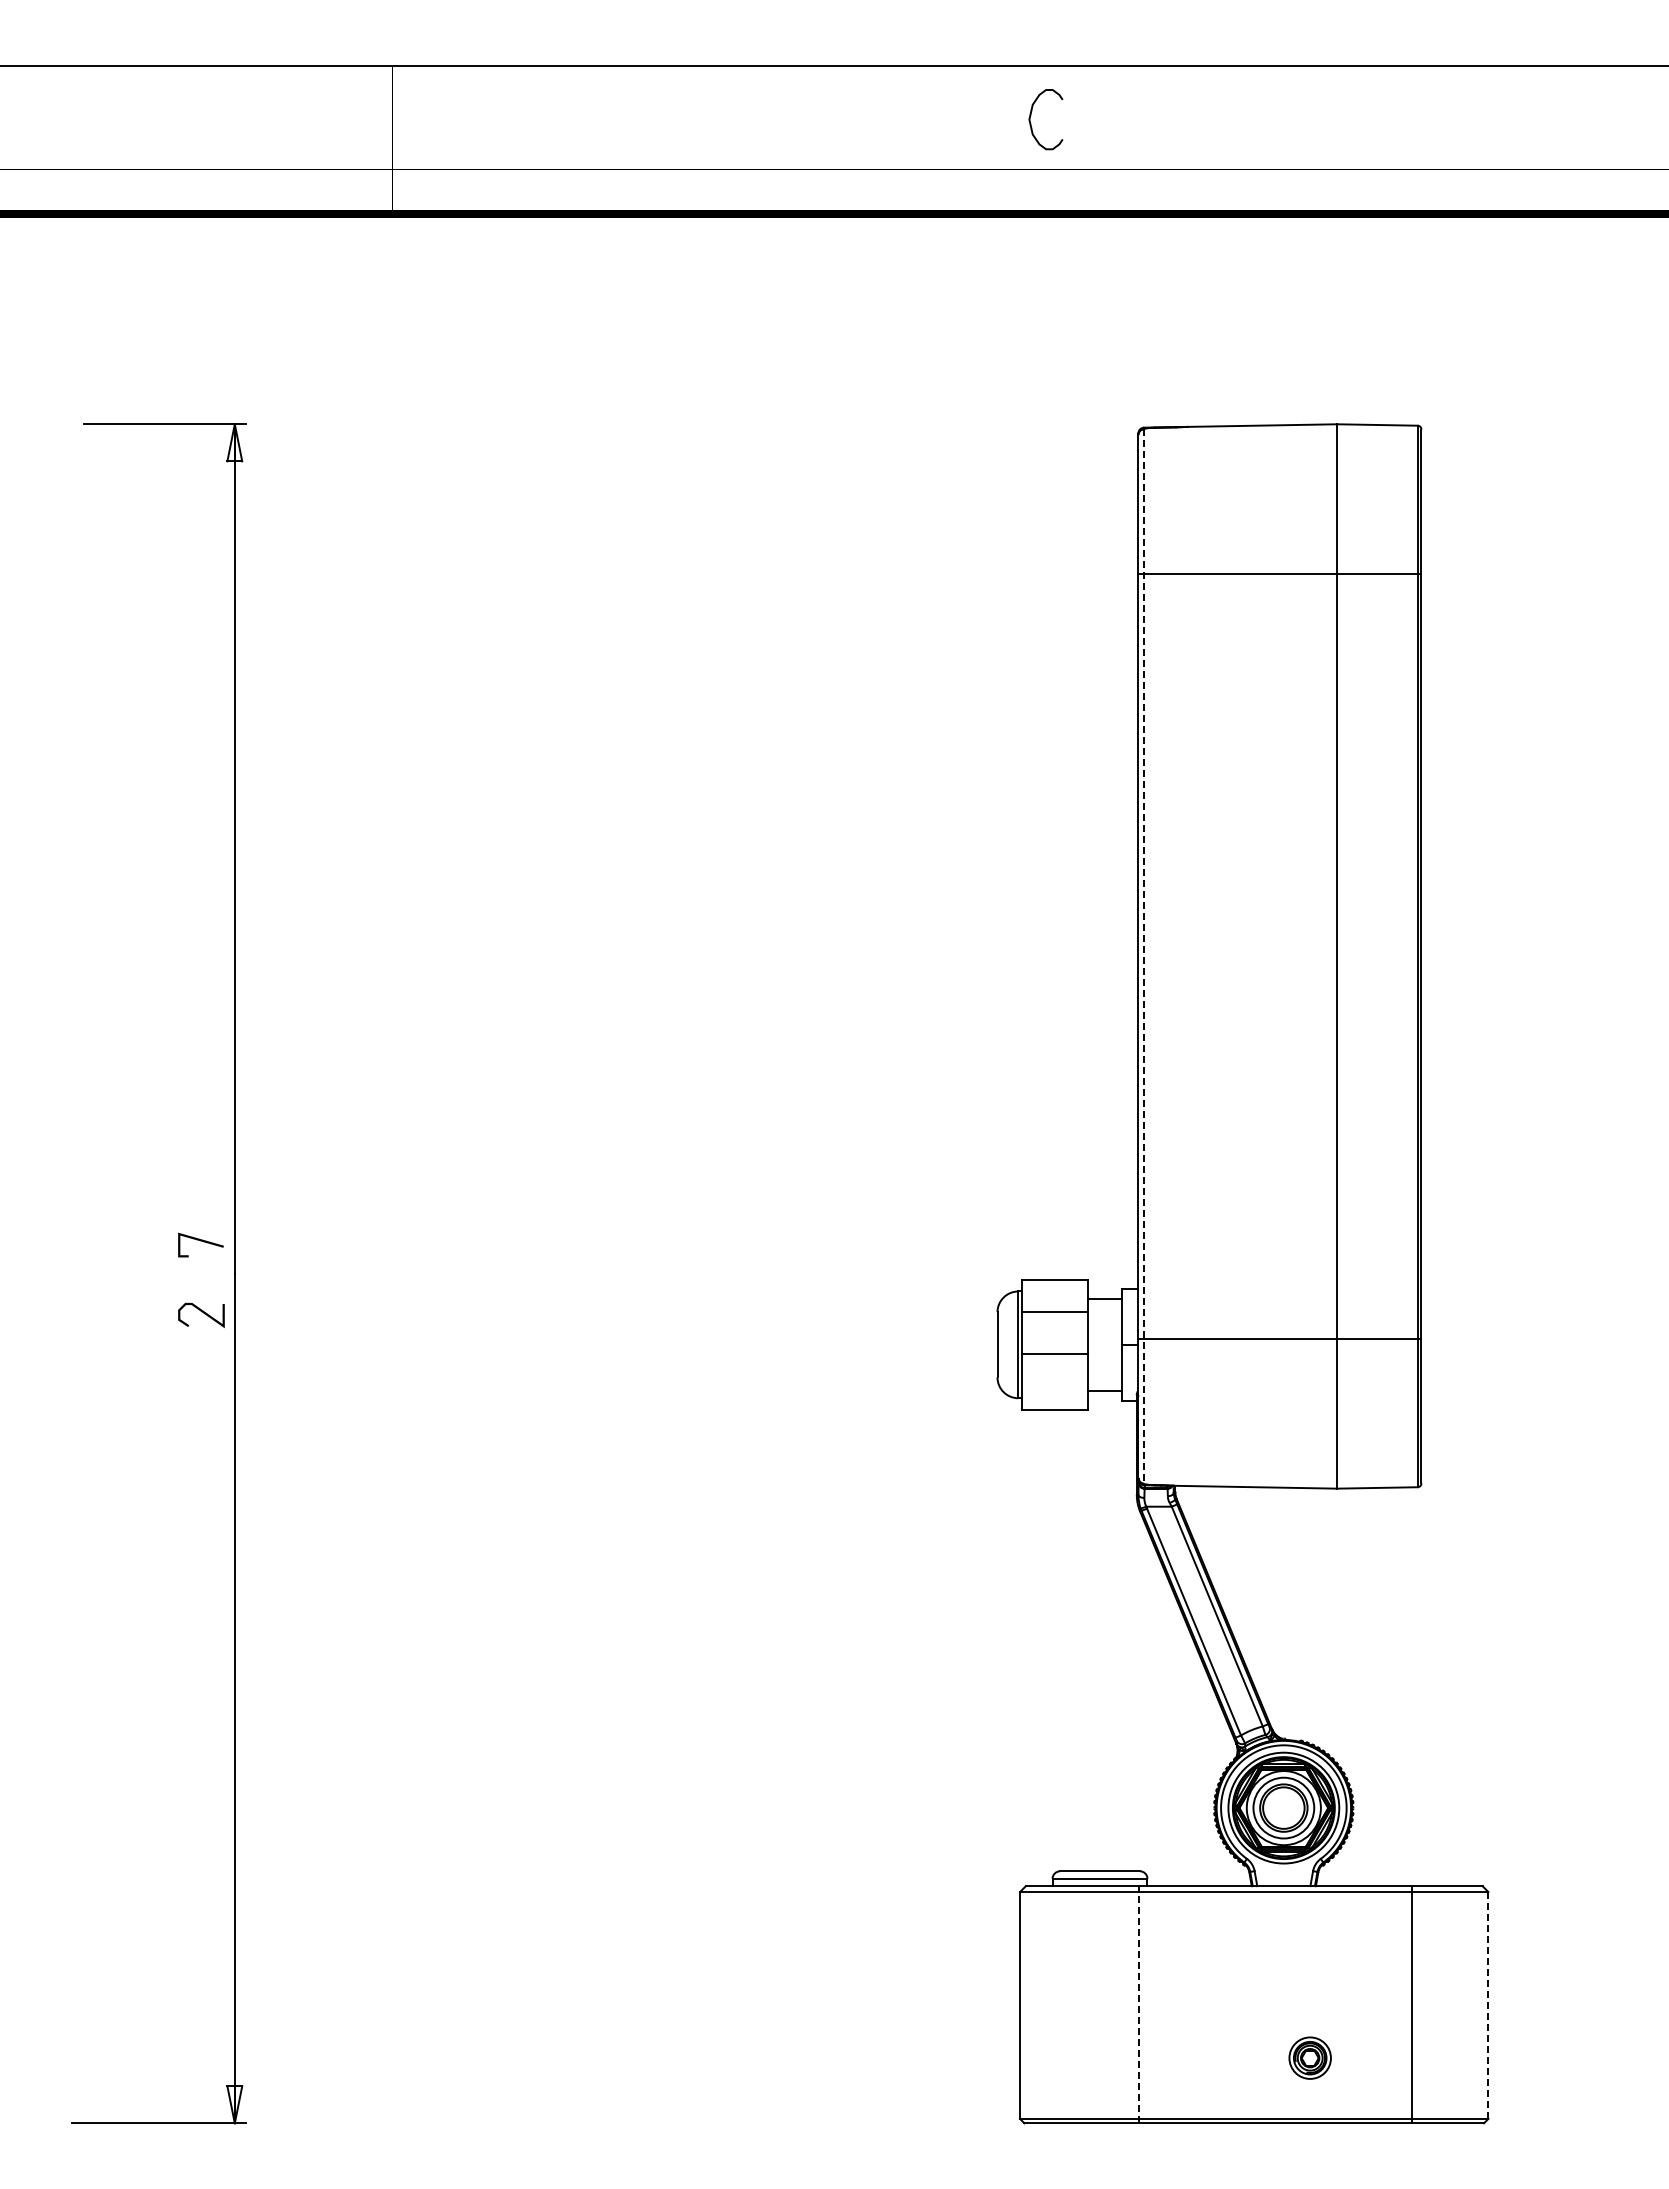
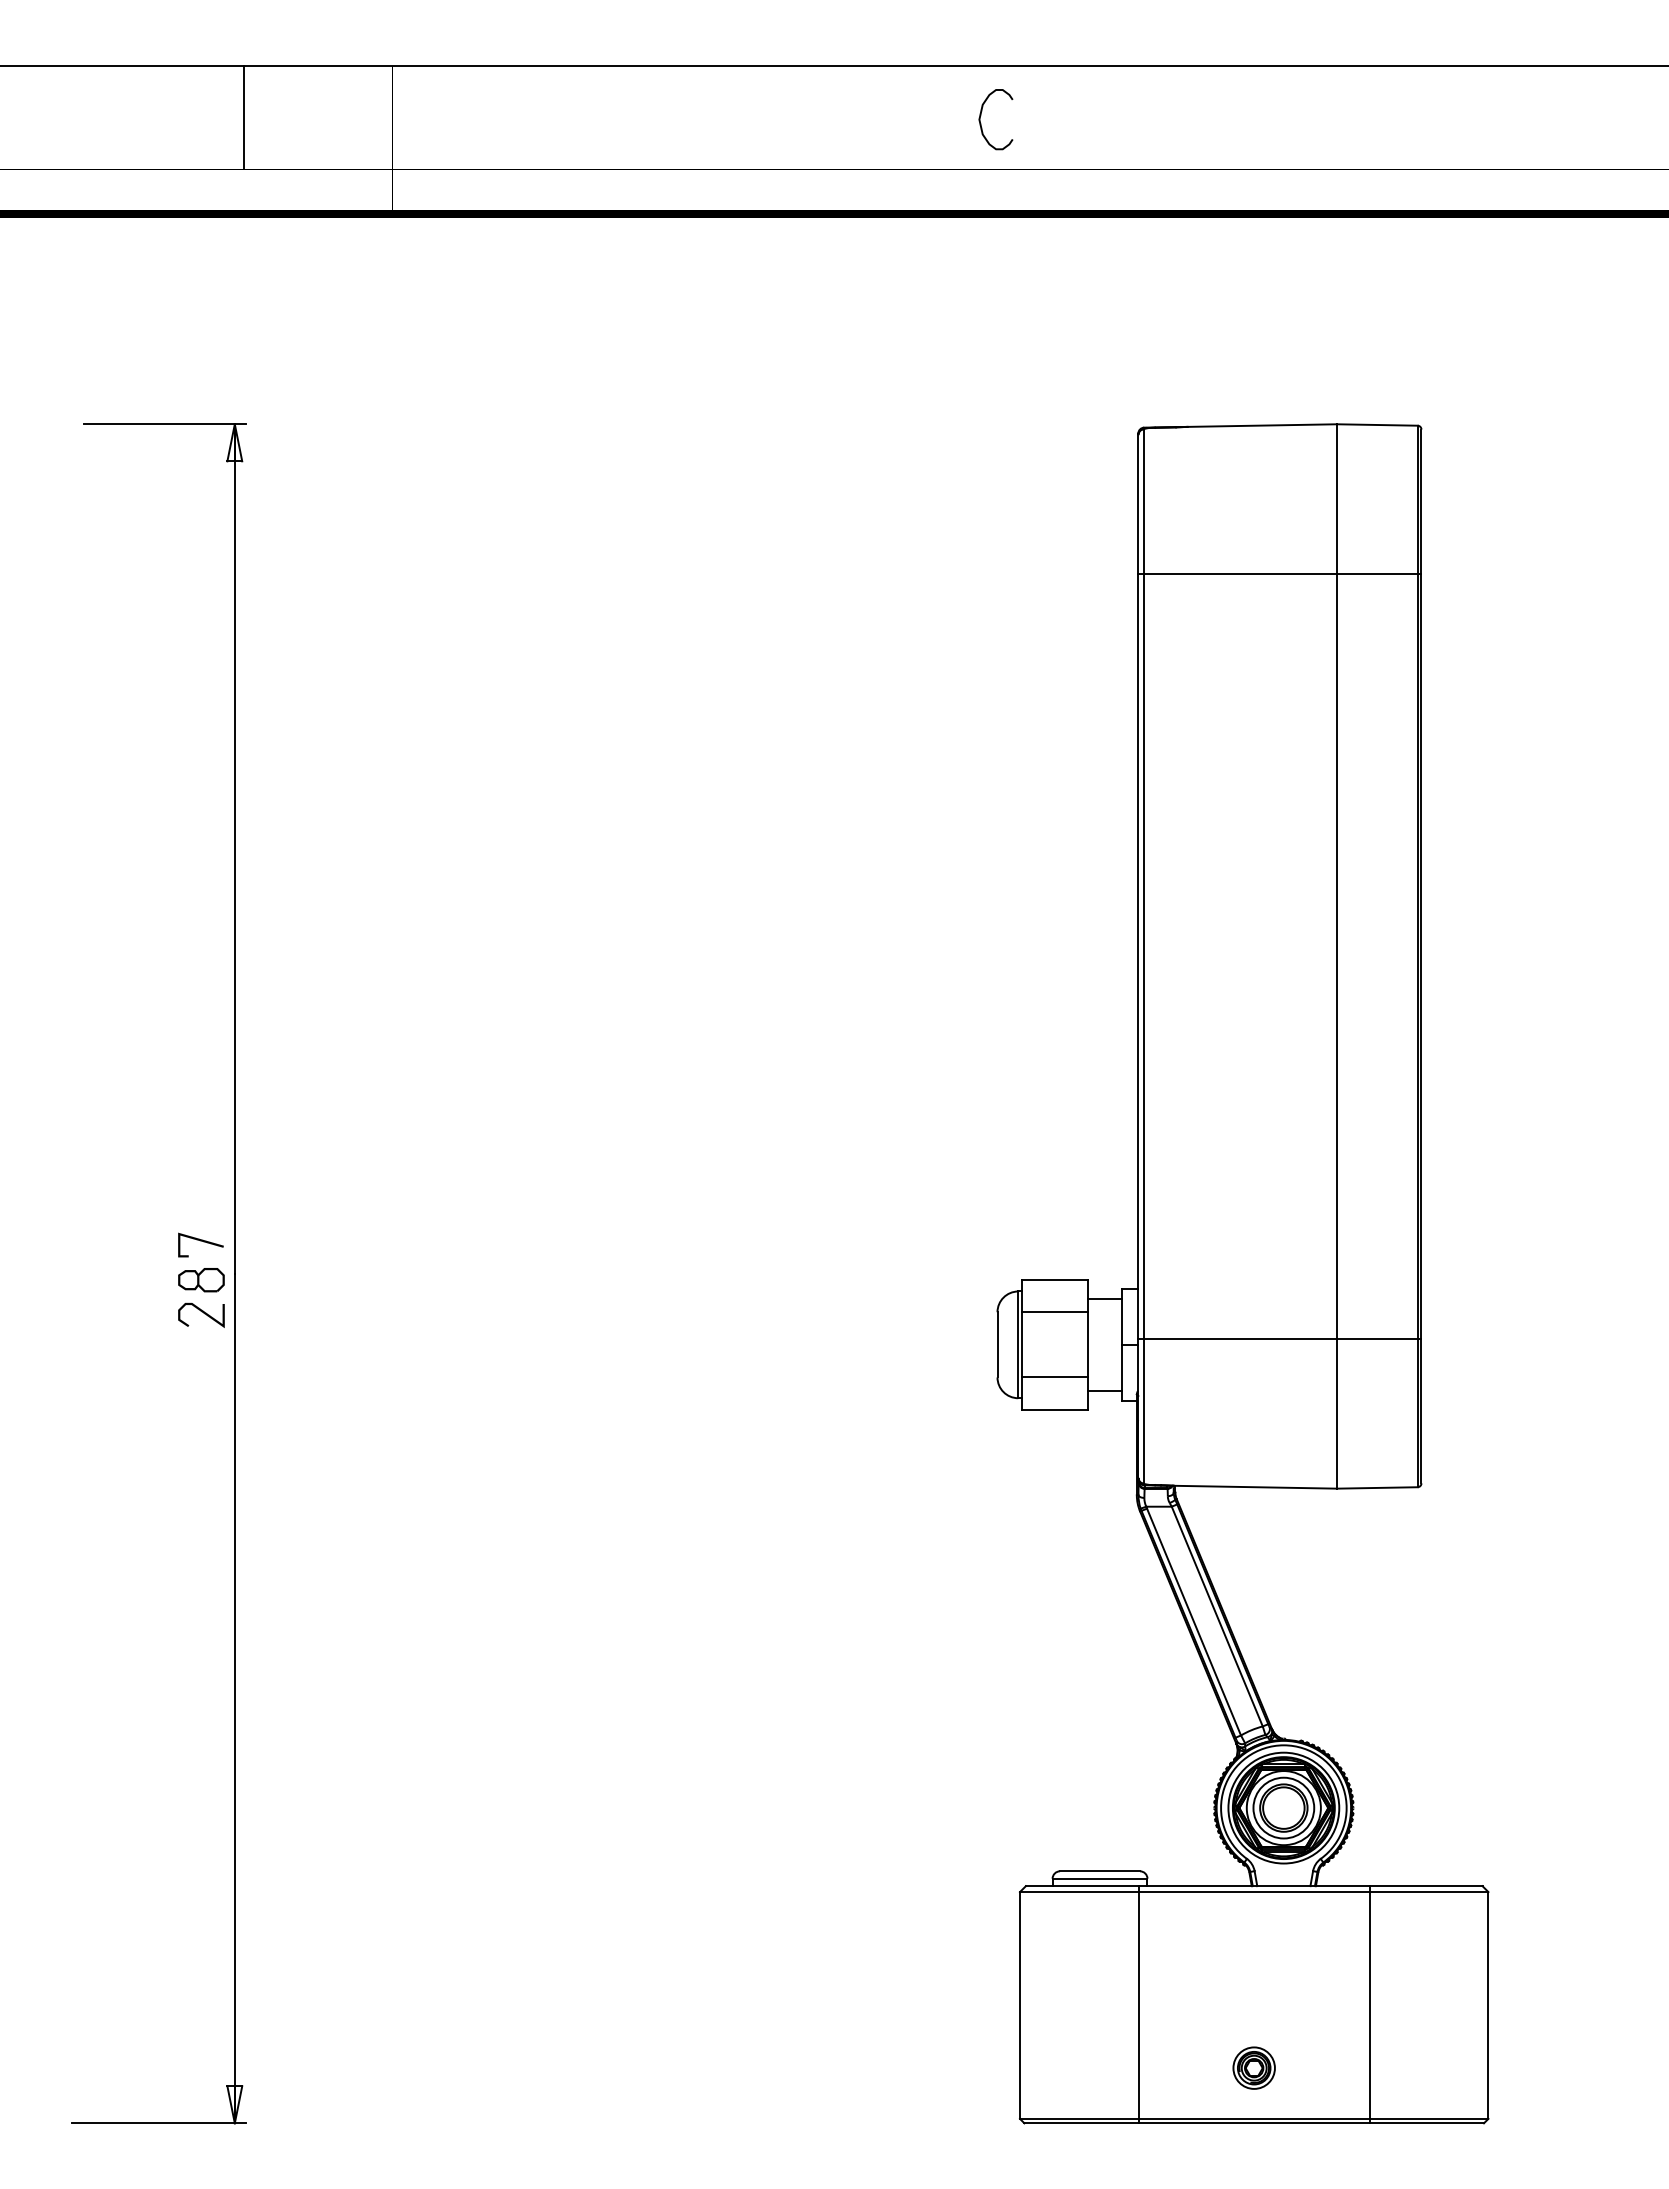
curve at (1031, 115) position: (1031, 115) -> (981, 115)
line at (244, 117): none -> present
line at (1144, 956): dashed -> solid
part at (201, 1280): none -> present
line at (1054, 1354) position: (1054, 1354) -> (1054, 1377)
line at (1138, 2004): dashed -> solid
line at (1411, 2004) position: (1411, 2004) -> (1369, 2004)
line at (1488, 2005): dashed -> solid
part at (1309, 2057) position: (1309, 2057) -> (1253, 2067)
